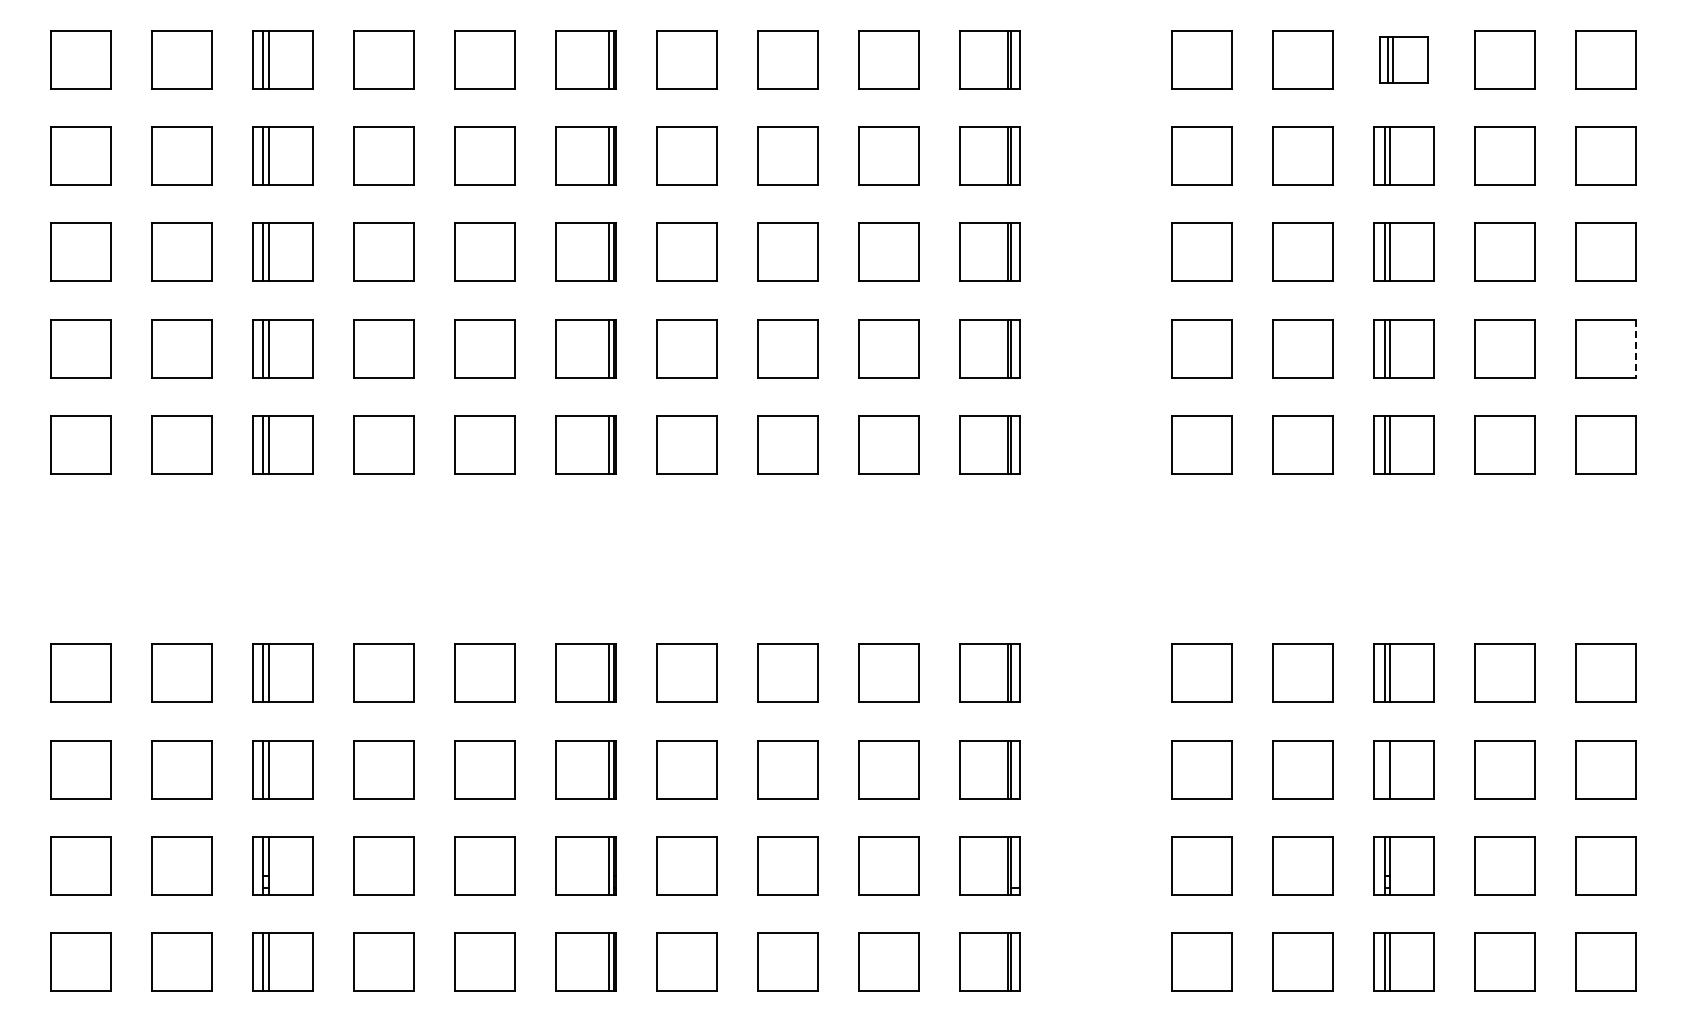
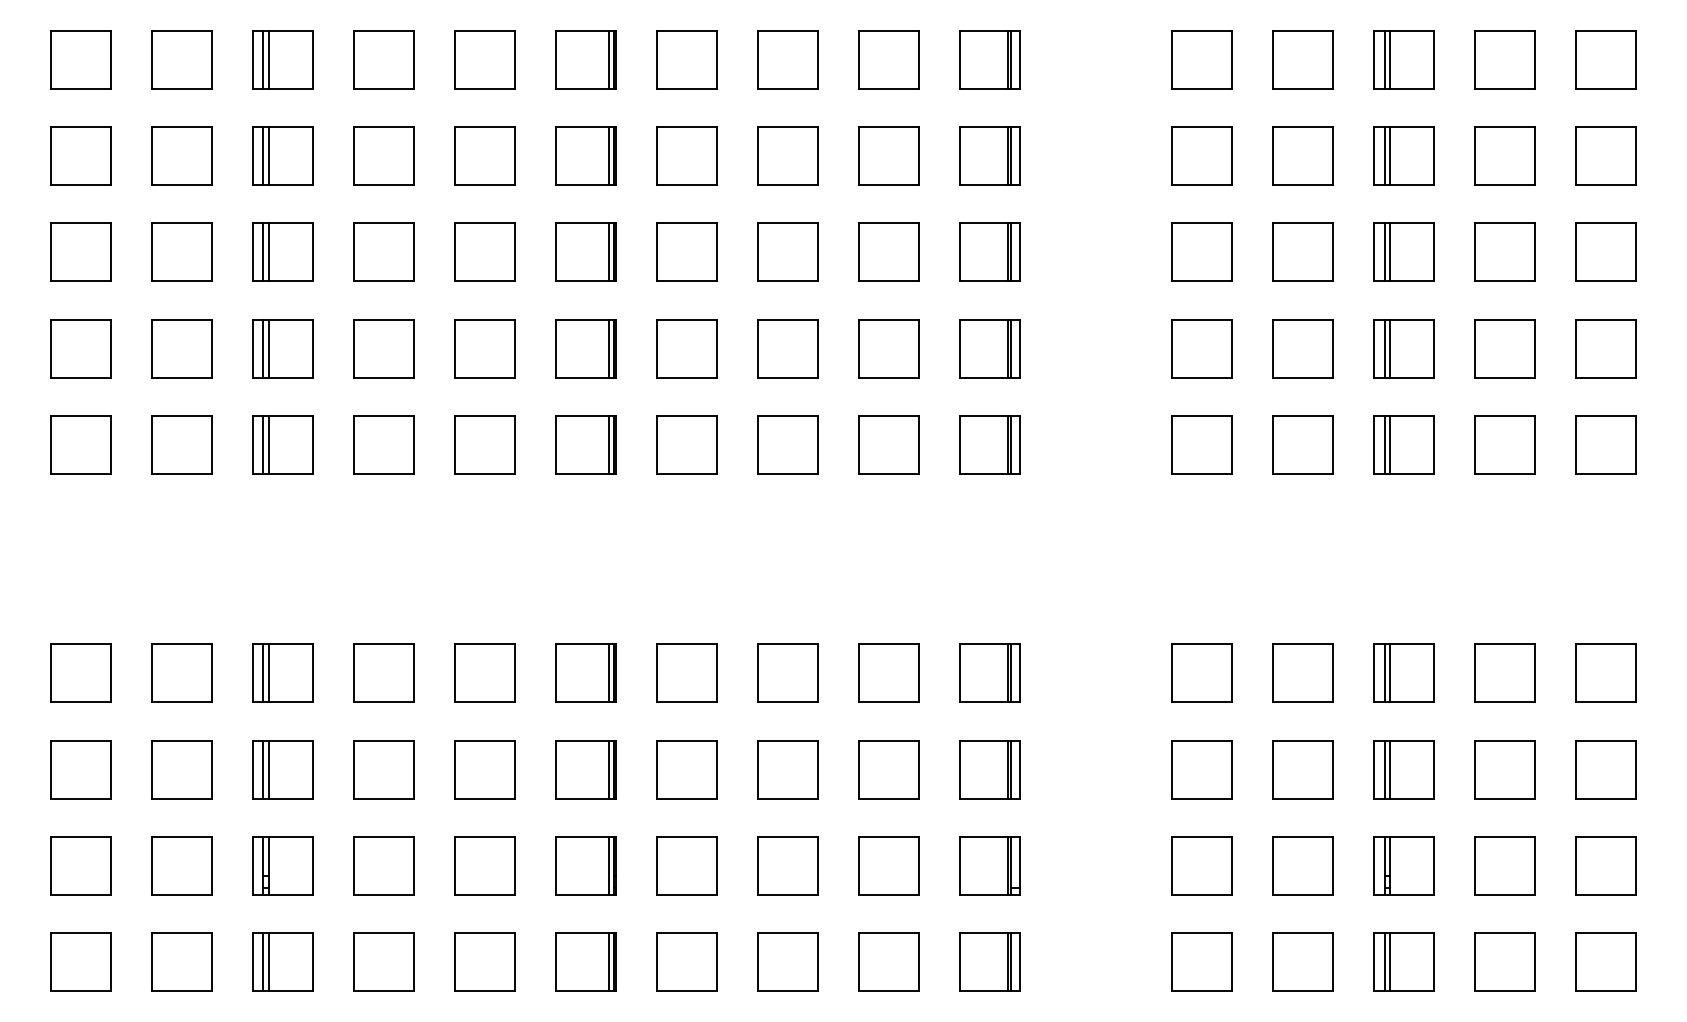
part at (1403, 59) size: 50x48 px -> 62x60 px
line at (1636, 348): dashed -> solid
line at (1384, 769): none -> present
